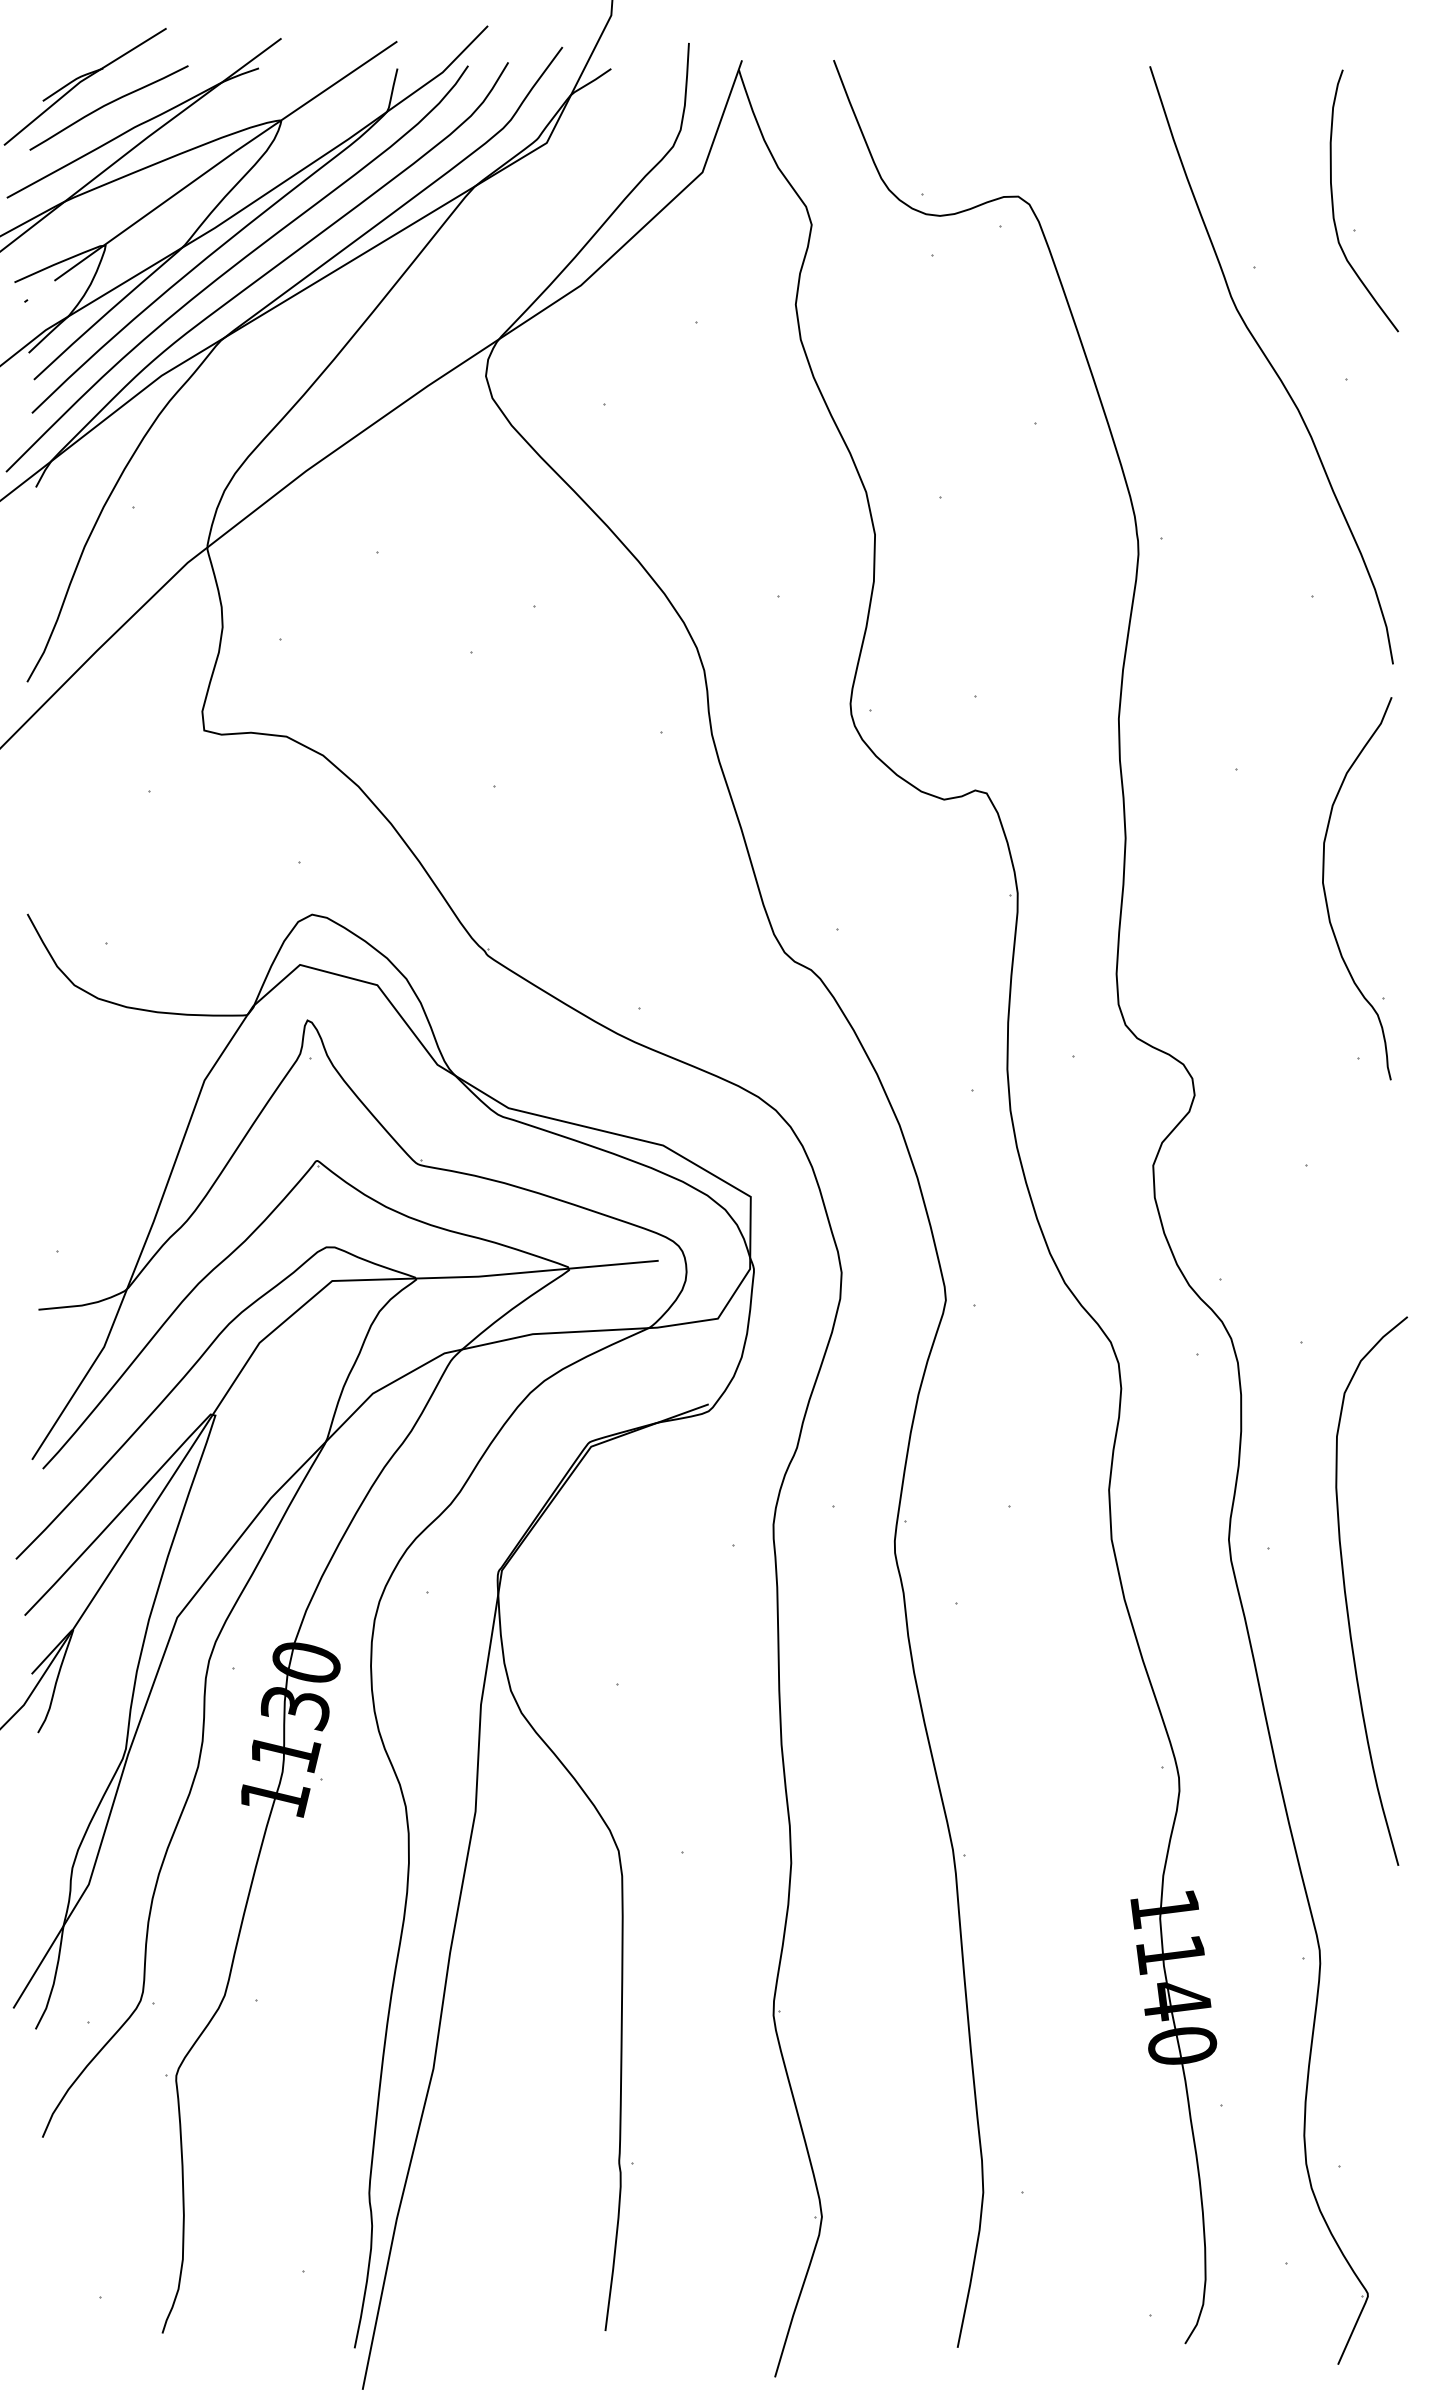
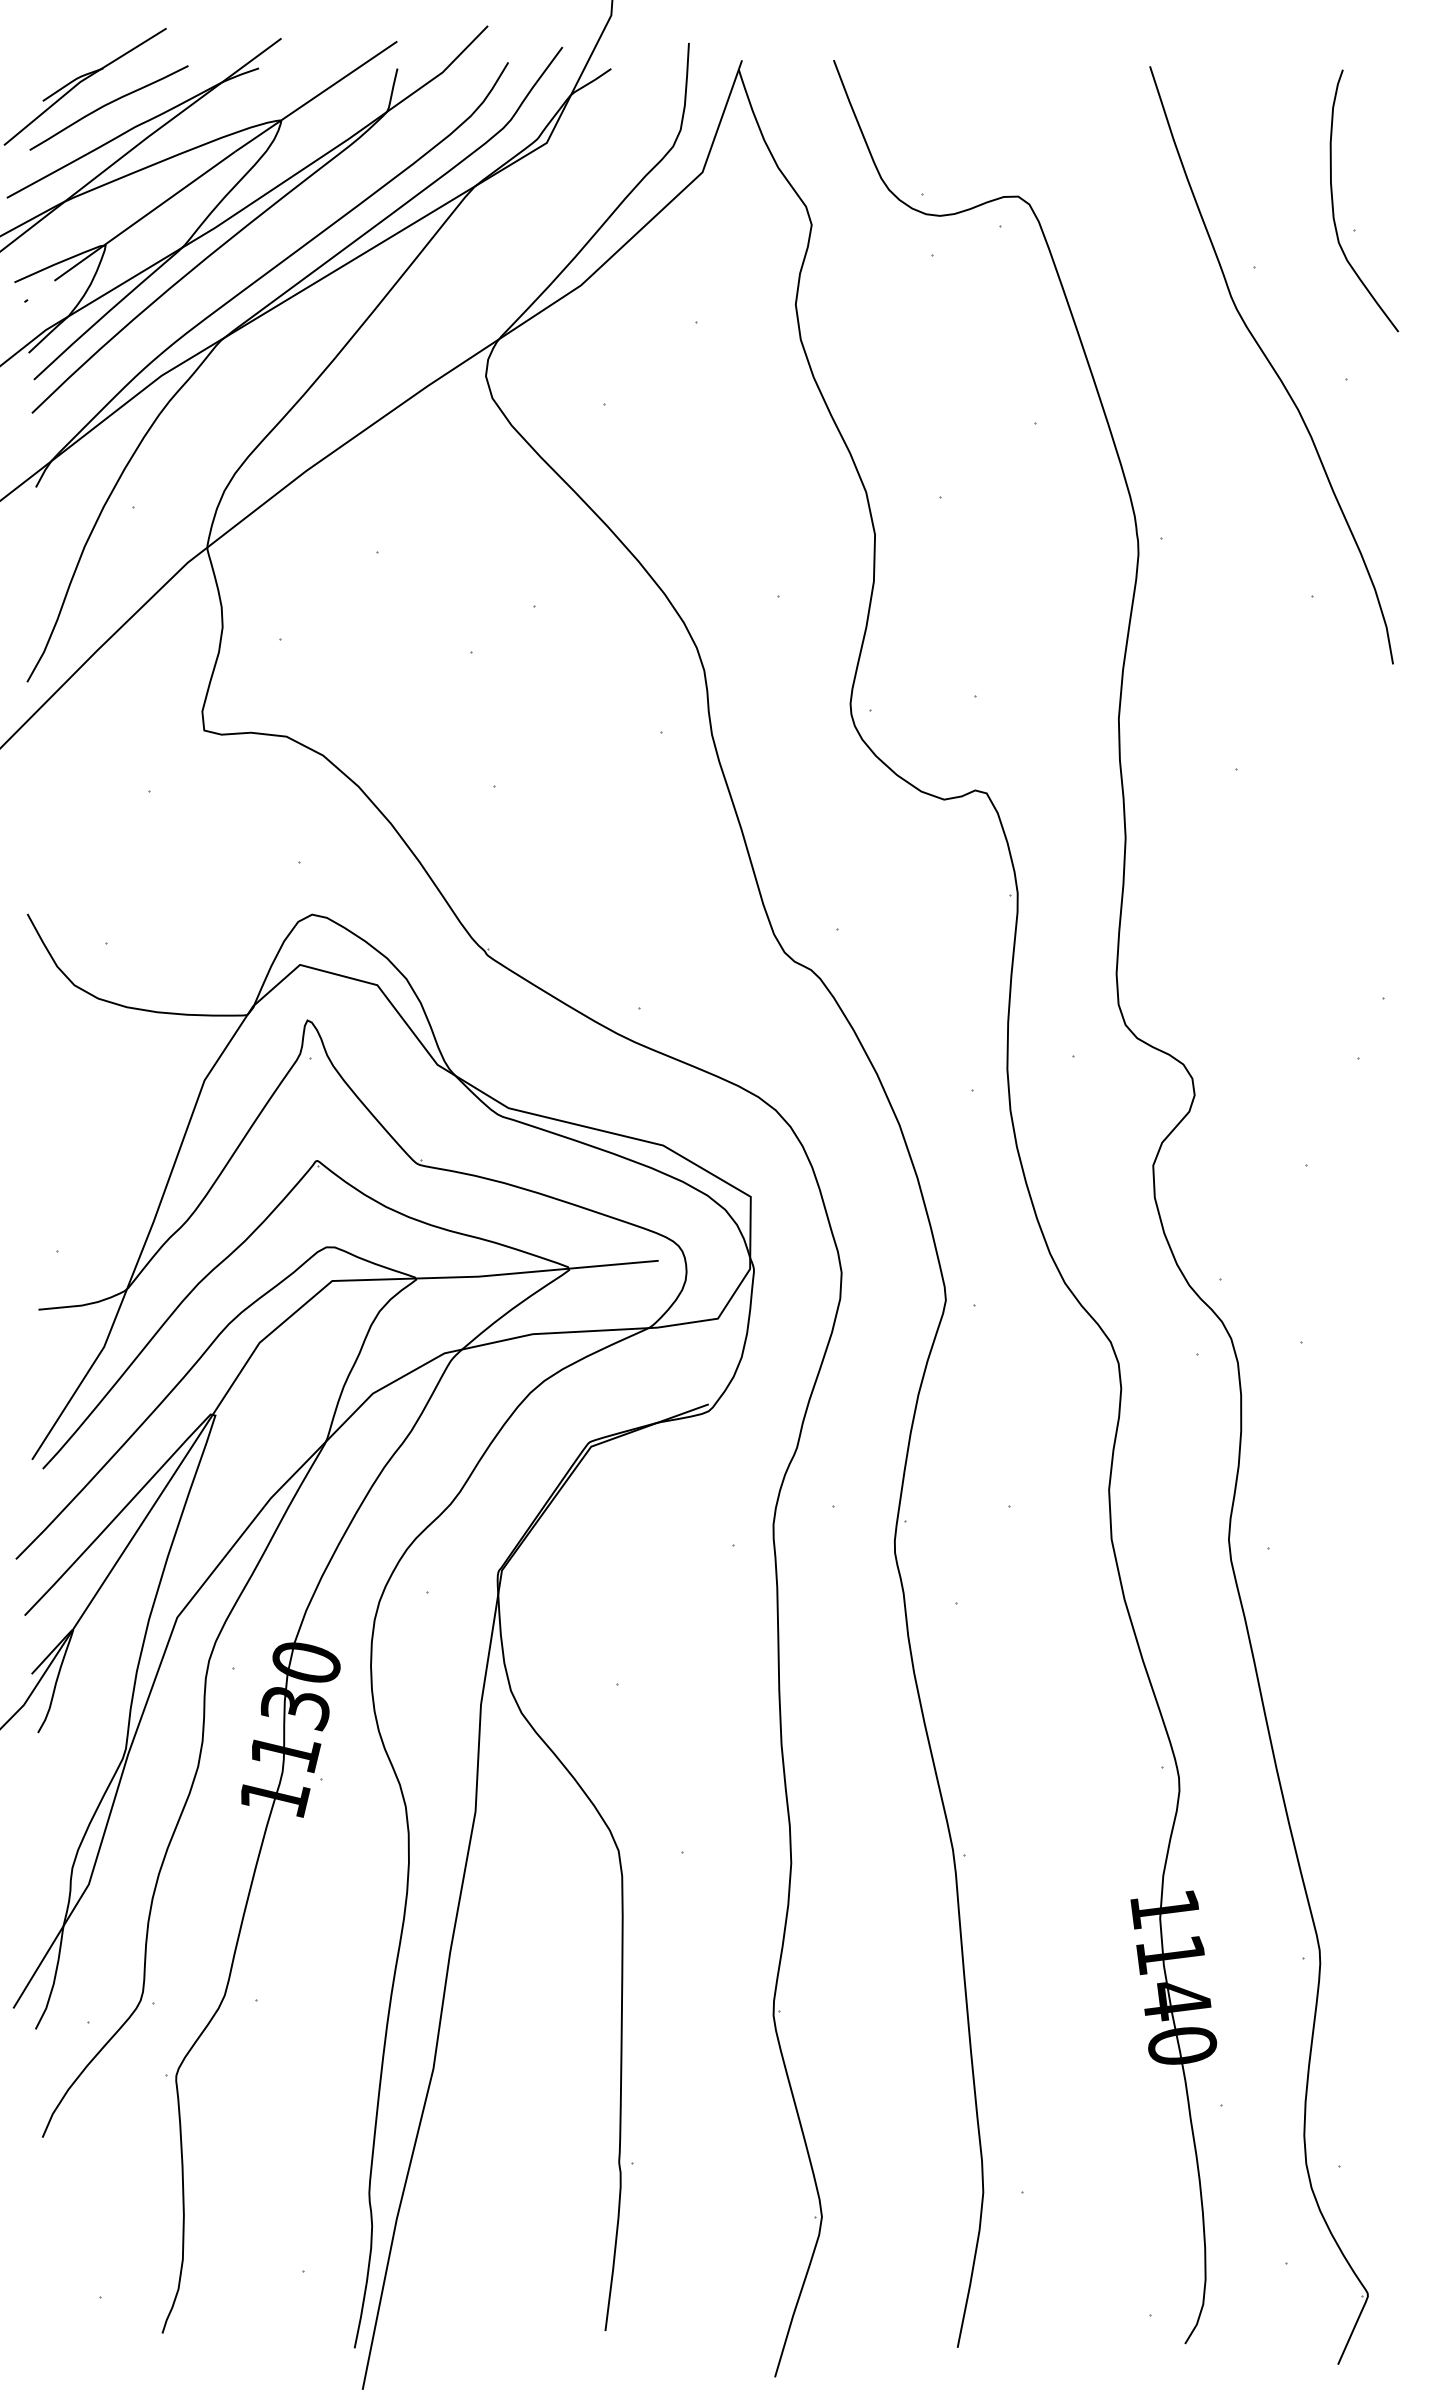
curve at (235, 266): present -> none
curve at (1326, 895): present -> none
curve at (1346, 1593): present -> none
